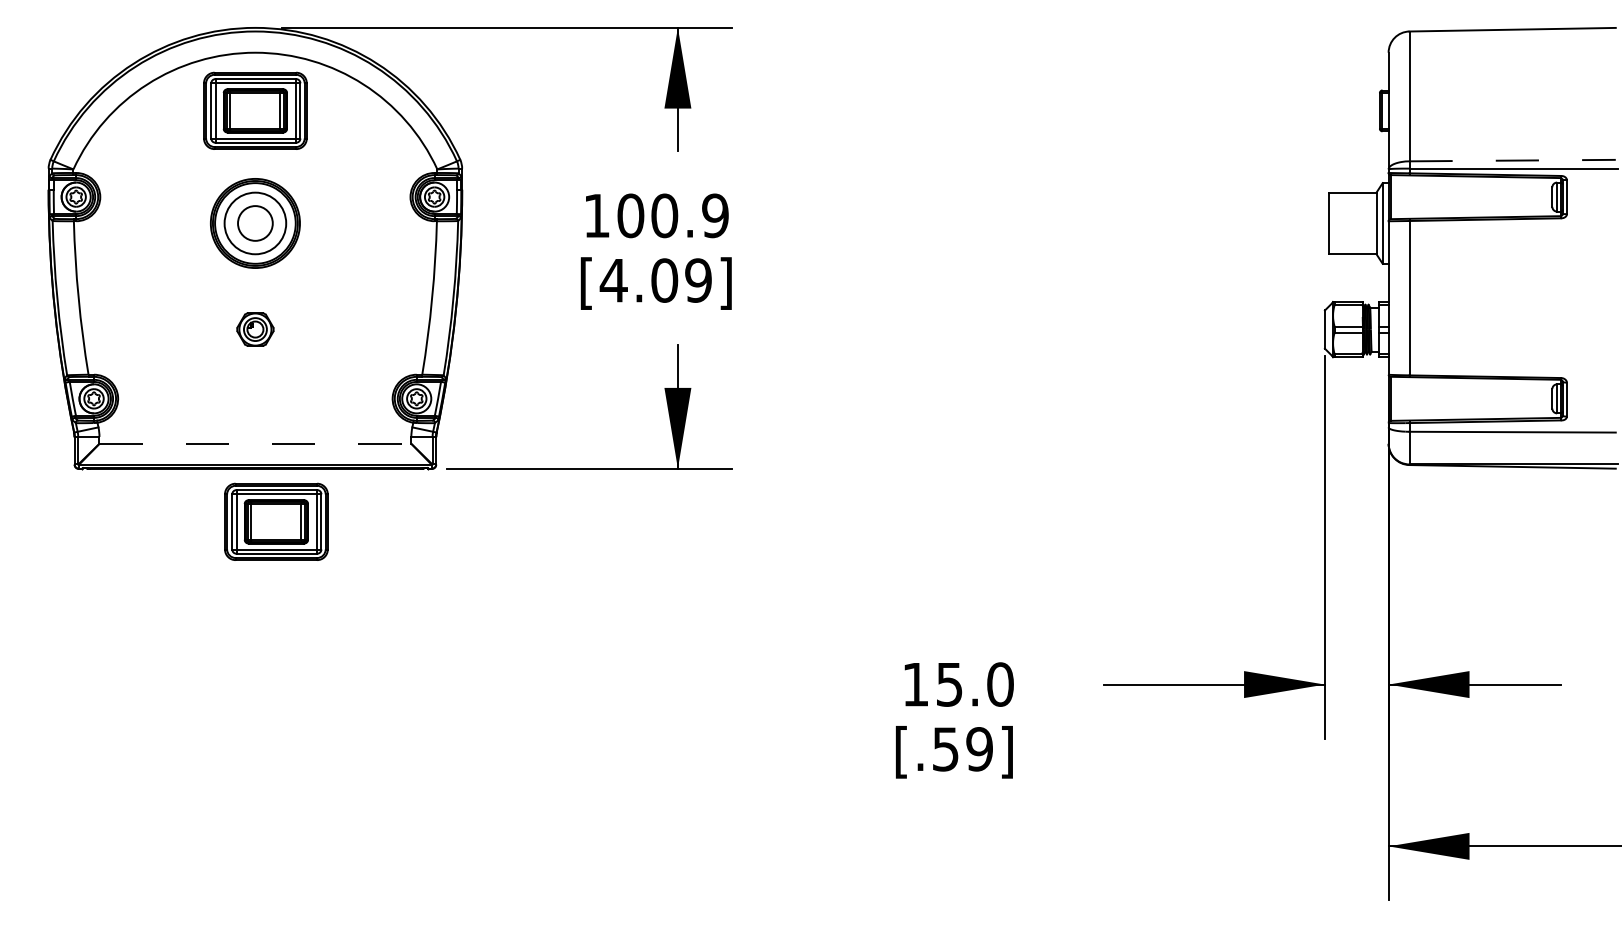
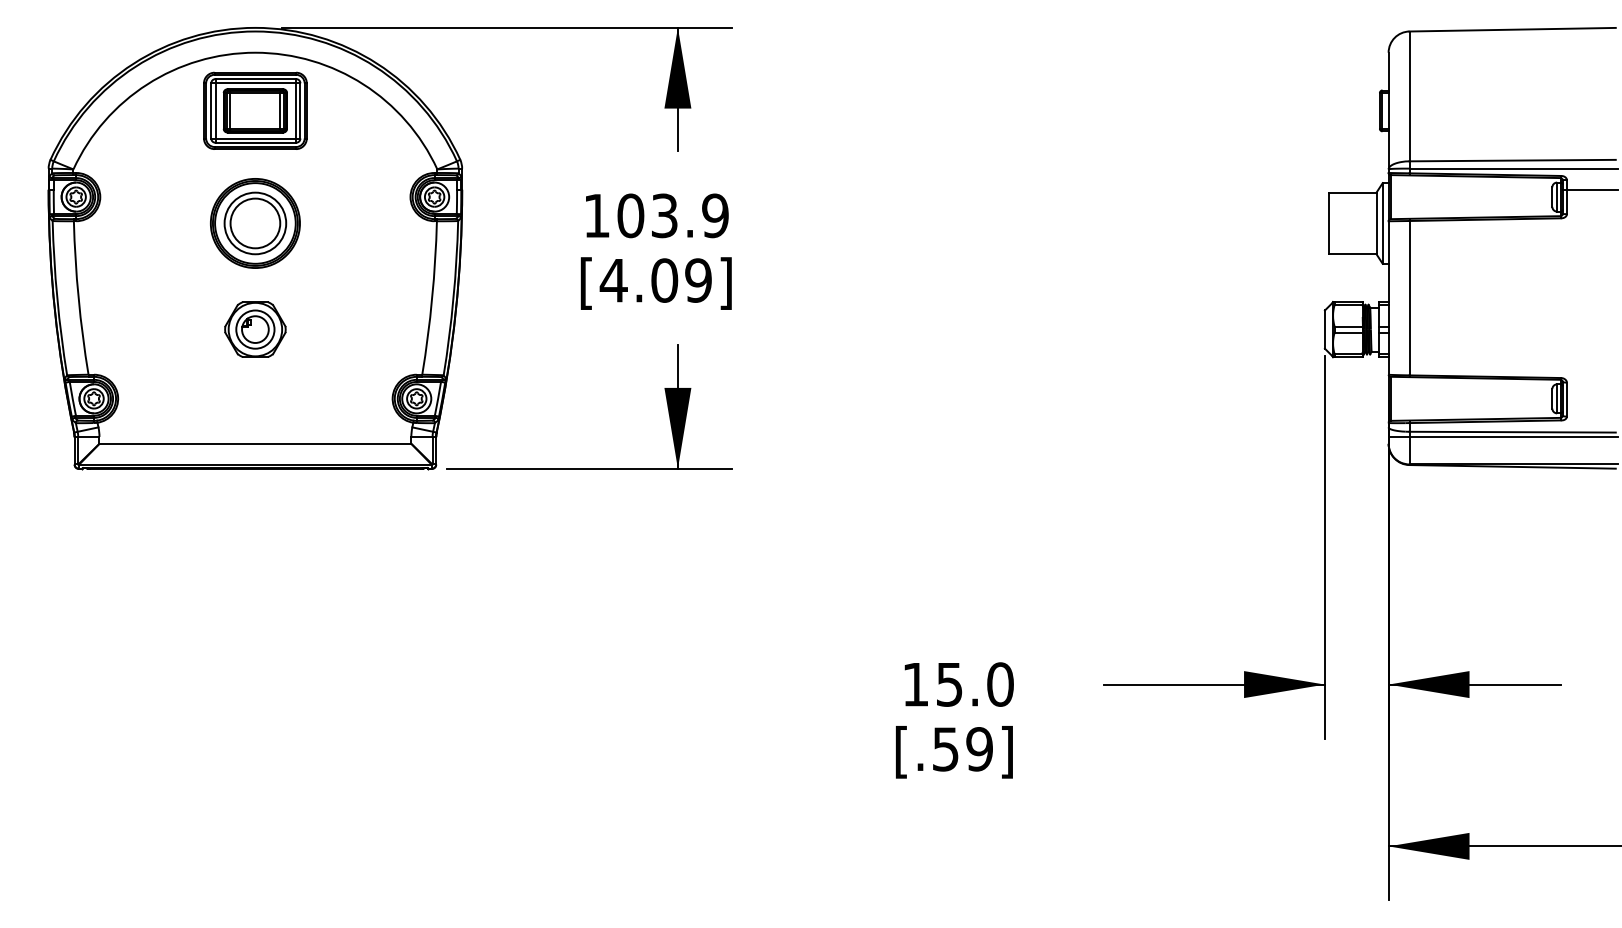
line at (1513, 160): dashed -> solid
line at (1589, 189): none -> present
text at (664, 215): 100.9 -> 103.9
circle at (255, 223) diameter: 35 px -> 50 px
part at (255, 329) size: 39x35 px -> 63x57 px
line at (1502, 436): none -> present
line at (255, 443): dashed -> solid
part at (276, 521): present -> none
